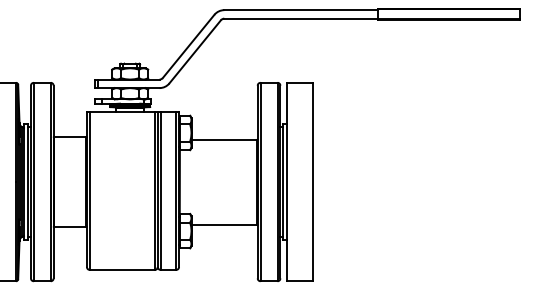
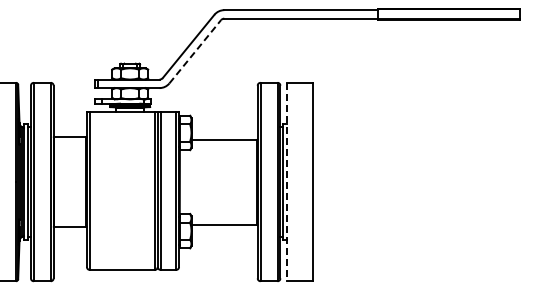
line at (195, 51): solid -> dashed
line at (287, 182): solid -> dashed
